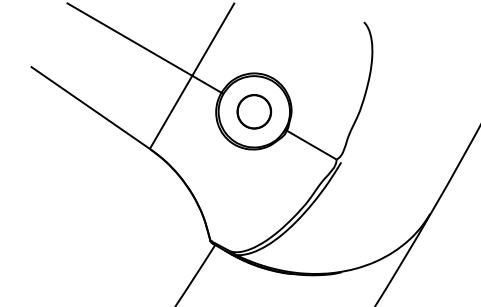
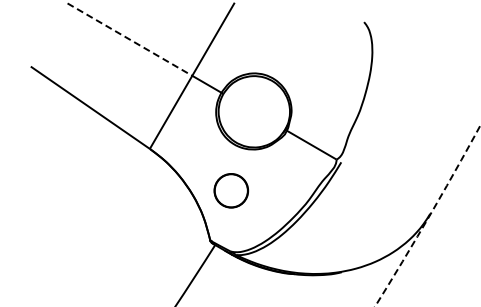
line at (130, 39): solid -> dashed
part at (254, 111) position: (254, 111) -> (231, 190)
arc at (429, 216): solid -> dashed
